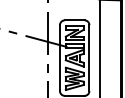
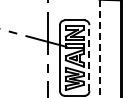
line at (100, 49): solid -> dashed
line at (89, 58): solid -> dashed
